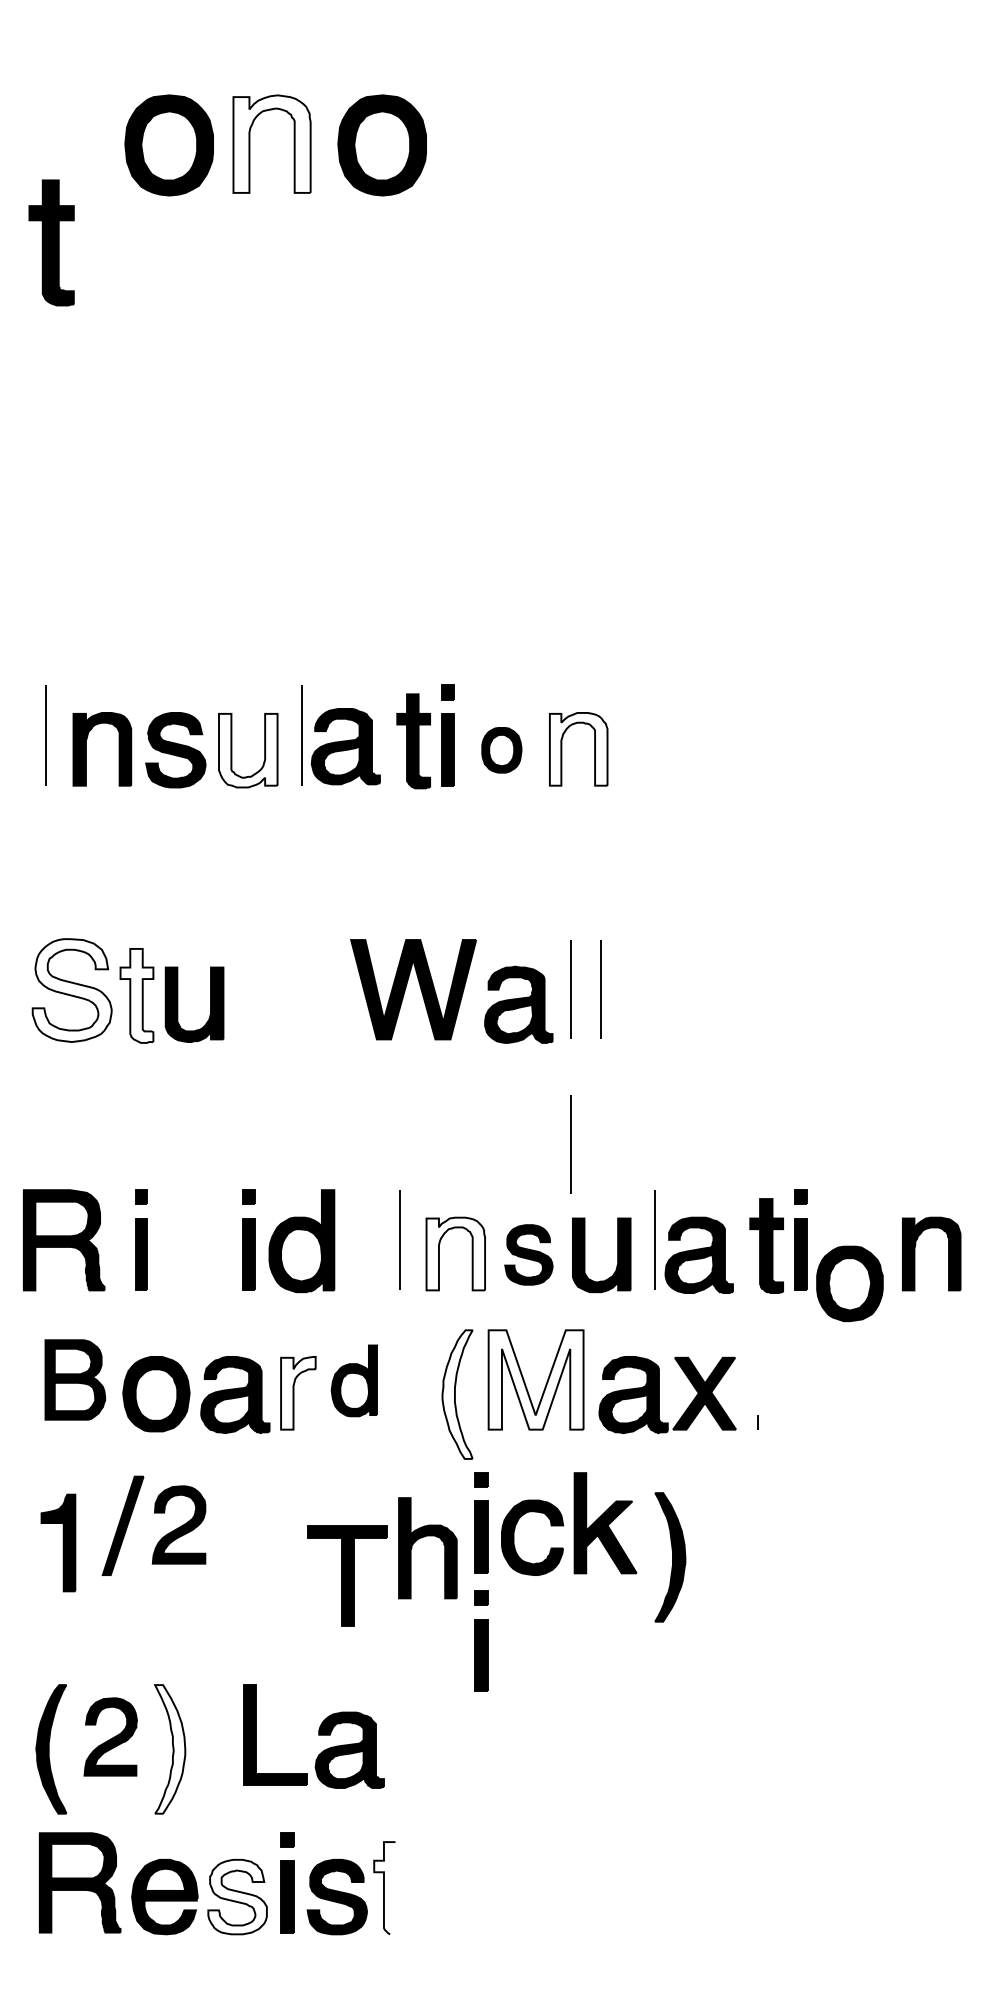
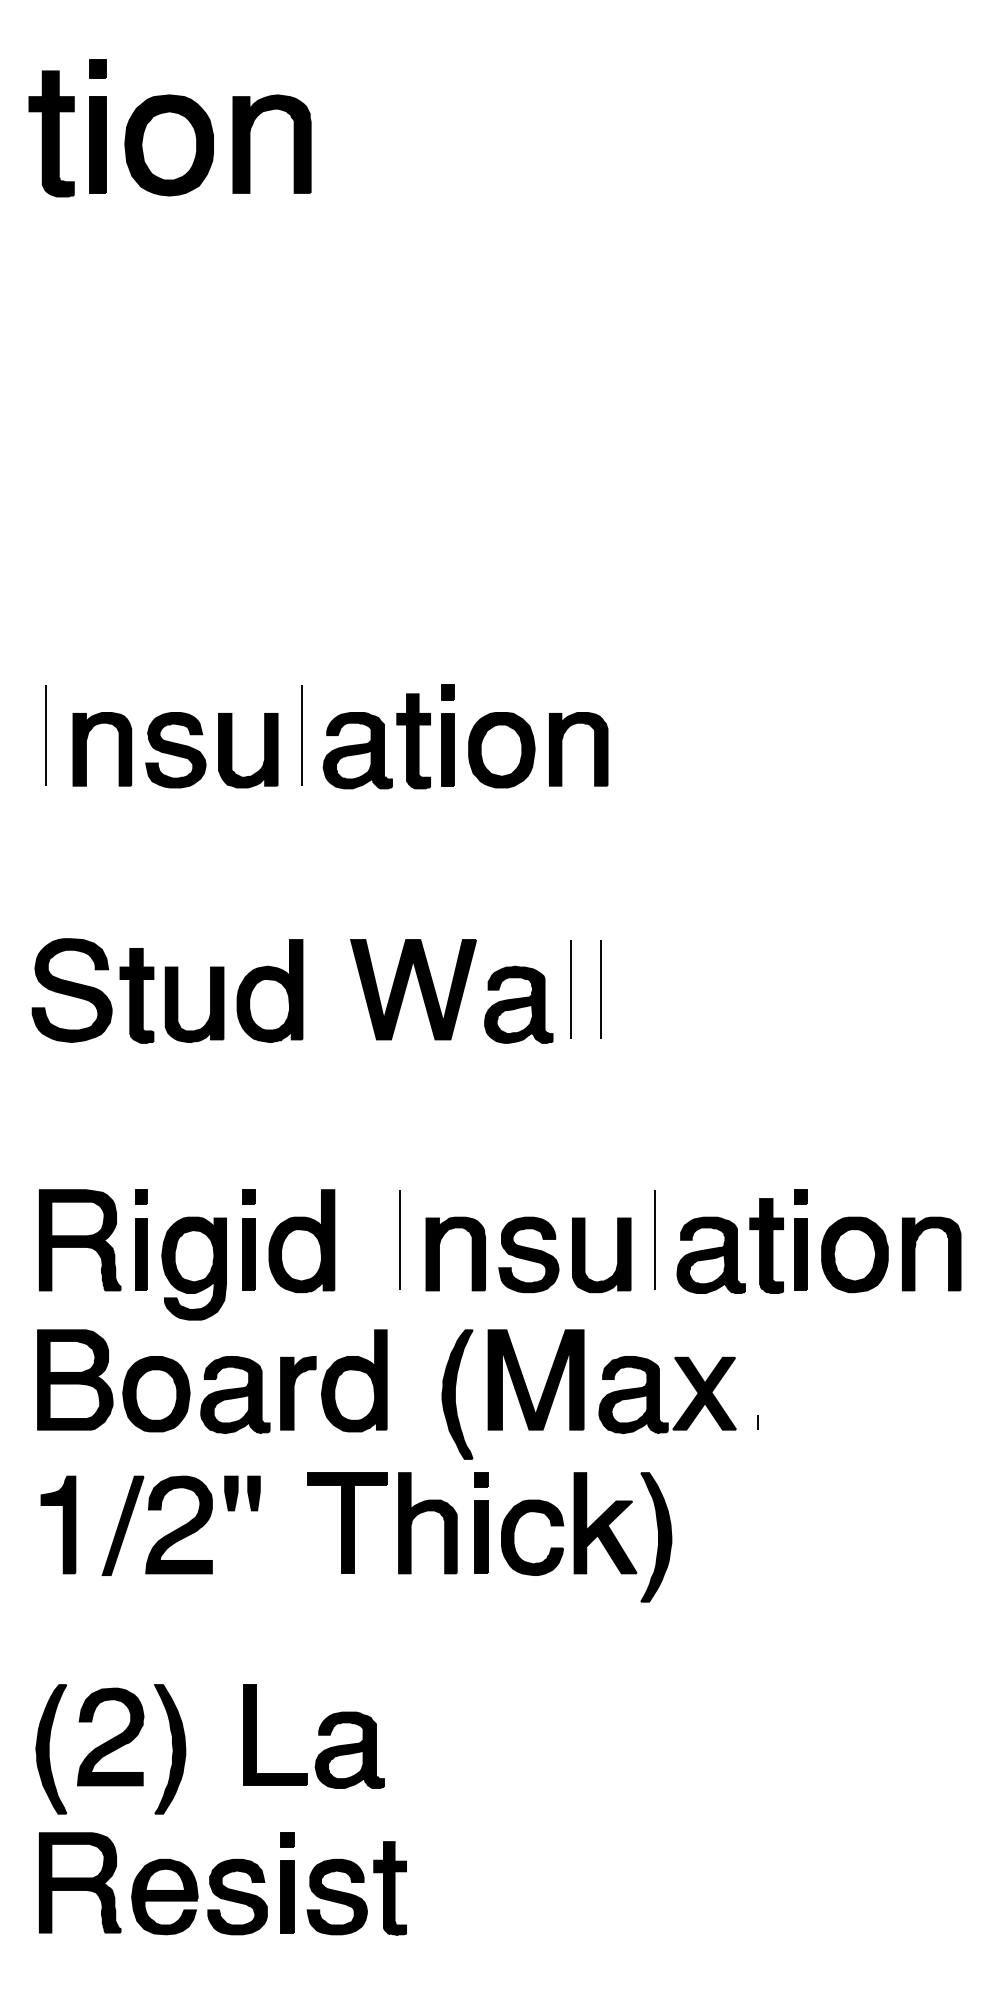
part at (97, 126): none -> present
fill at (271, 143): none -> present
part at (381, 145): present -> none
part at (51, 242) position: (51, 242) -> (51, 133)
part at (345, 746) position: (345, 746) -> (357, 750)
fill at (578, 748): none -> present
fill at (248, 750): none -> present
part at (501, 750) size: 42x47 px -> 68x77 px
fill at (71, 990): none -> present
part at (269, 990): none -> present
fill at (136, 995): none -> present
line at (570, 1144): present -> none
part at (64, 1240) position: (64, 1240) -> (80, 1240)
fill at (455, 1253): none -> present
part at (528, 1254) size: 50x62 px -> 62x78 px
part at (698, 1254) position: (698, 1254) -> (710, 1254)
part at (193, 1268): none -> present
part at (849, 1283) position: (849, 1283) -> (854, 1254)
part at (74, 1379) size: 62x82 px -> 77x102 px
fill at (535, 1379): none -> present
part at (353, 1380) size: 48x74 px -> 67x104 px
fill at (298, 1392): none -> present
fill at (457, 1394): none -> present
part at (242, 1493): none -> present
part at (178, 1524) size: 56x80 px -> 68x100 px
part at (424, 1537) position: (424, 1537) -> (424, 1512)
part at (58, 1542) position: (58, 1542) -> (58, 1524)
part at (670, 1557) position: (670, 1557) -> (656, 1537)
part at (347, 1575) position: (347, 1575) -> (347, 1522)
part at (481, 1640): present -> none
part at (110, 1736) size: 55x80 px -> 68x100 px
fill at (170, 1749): none -> present
fill at (390, 1889): none -> present
fill at (237, 1896): none -> present
